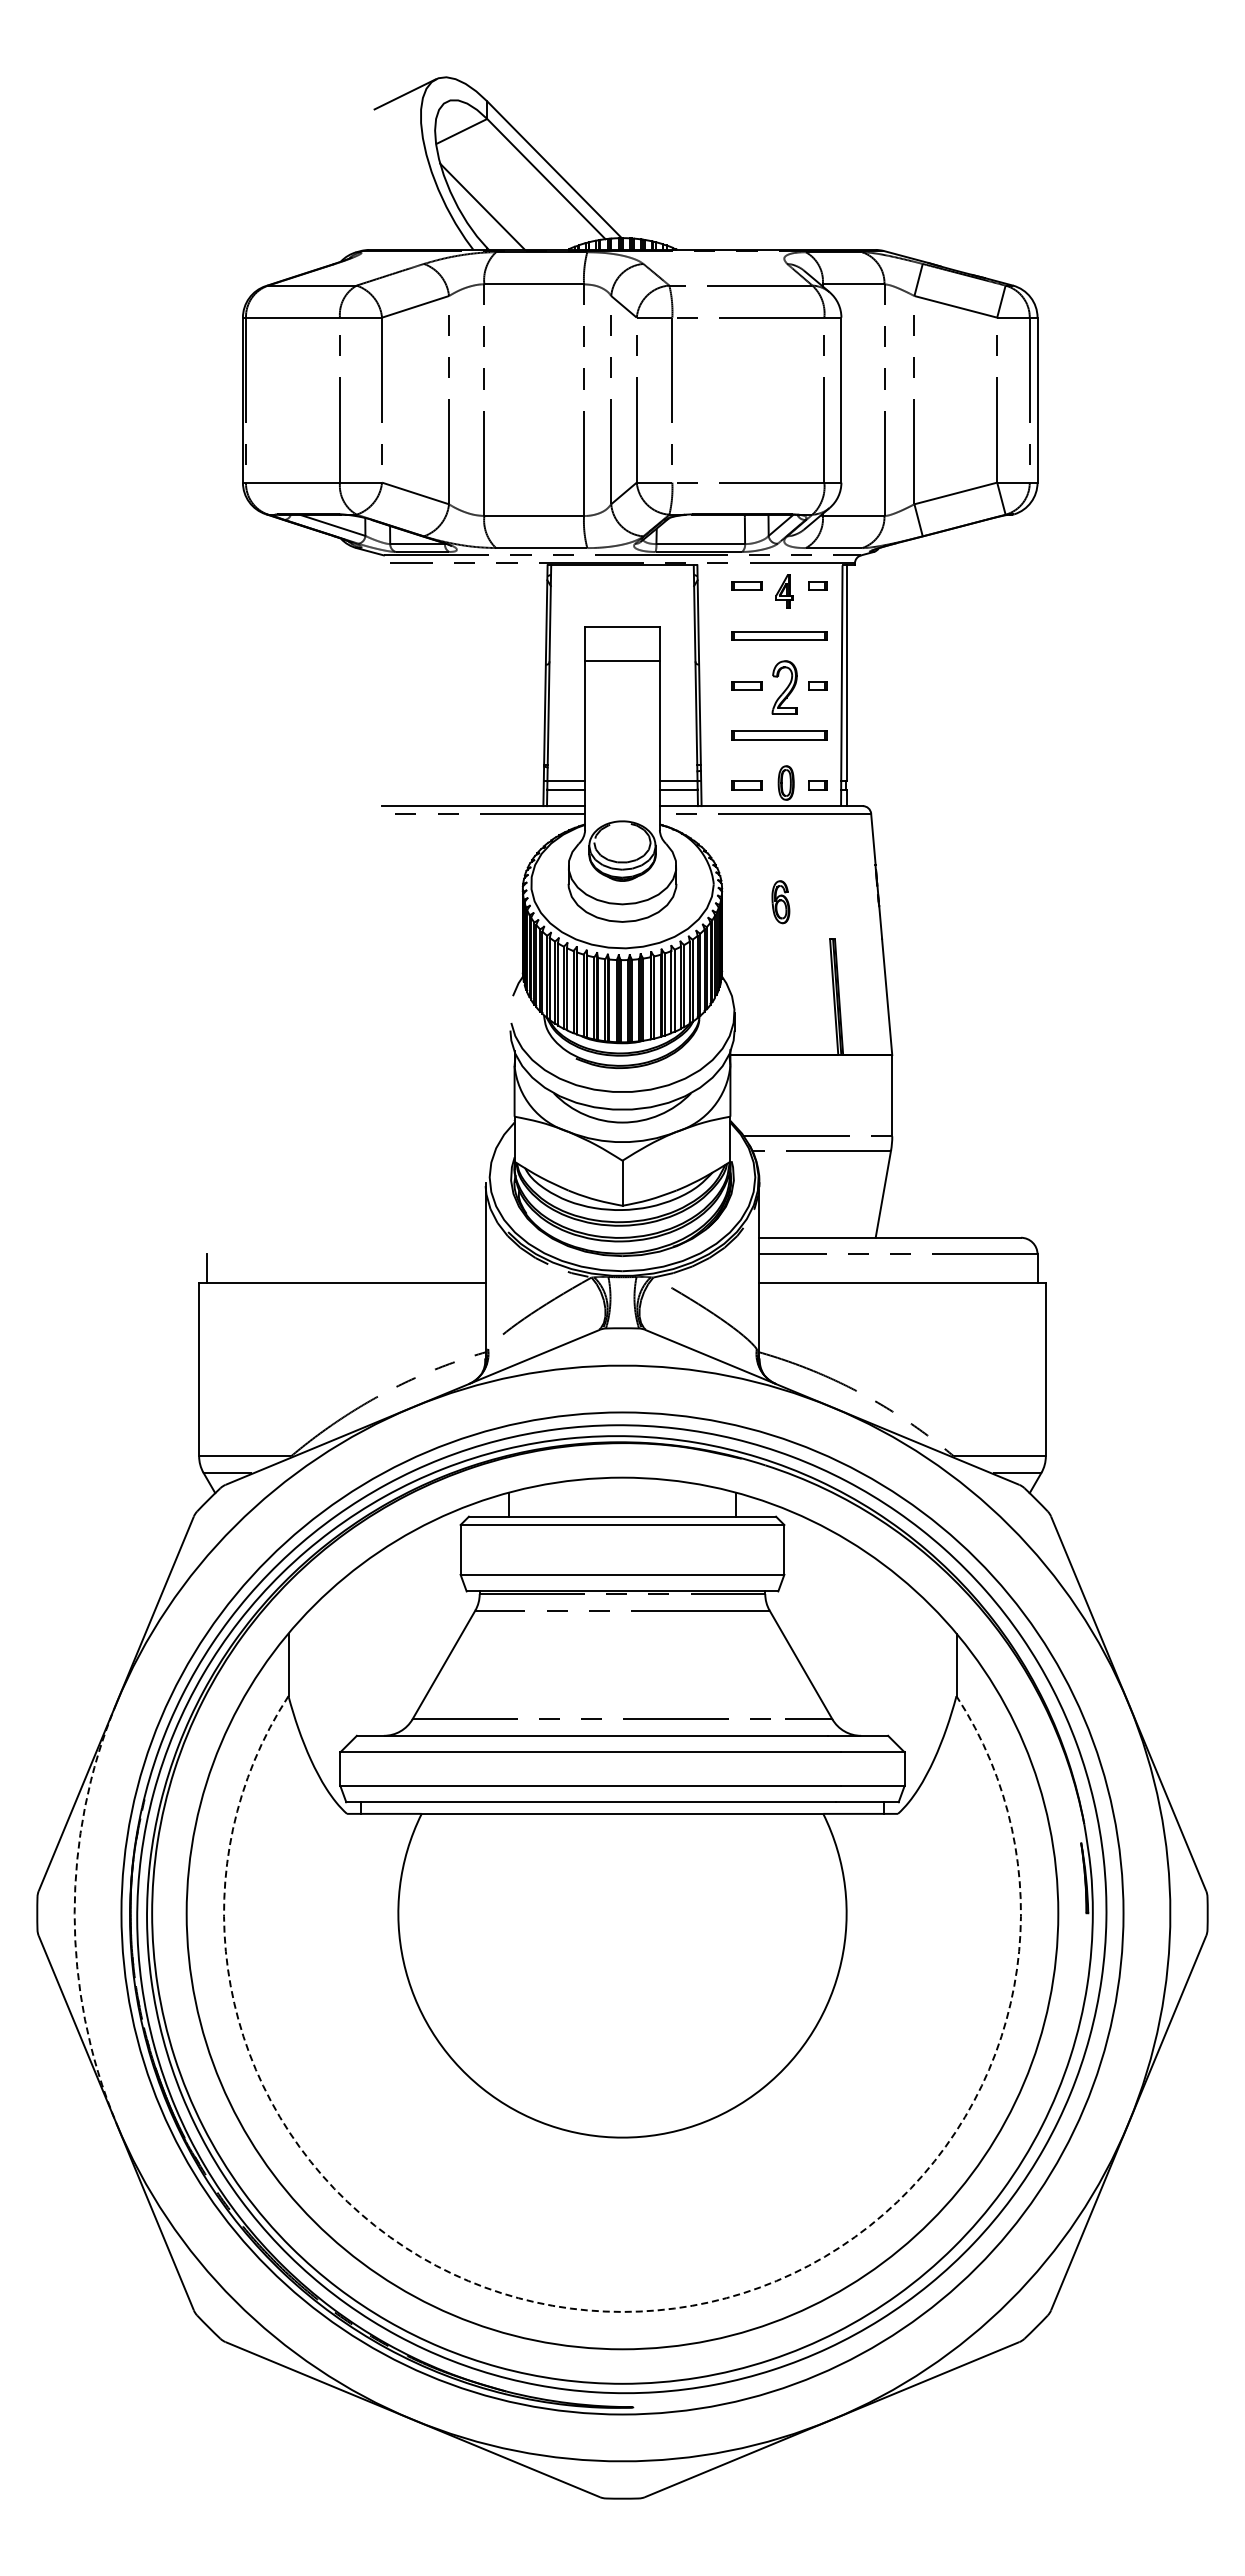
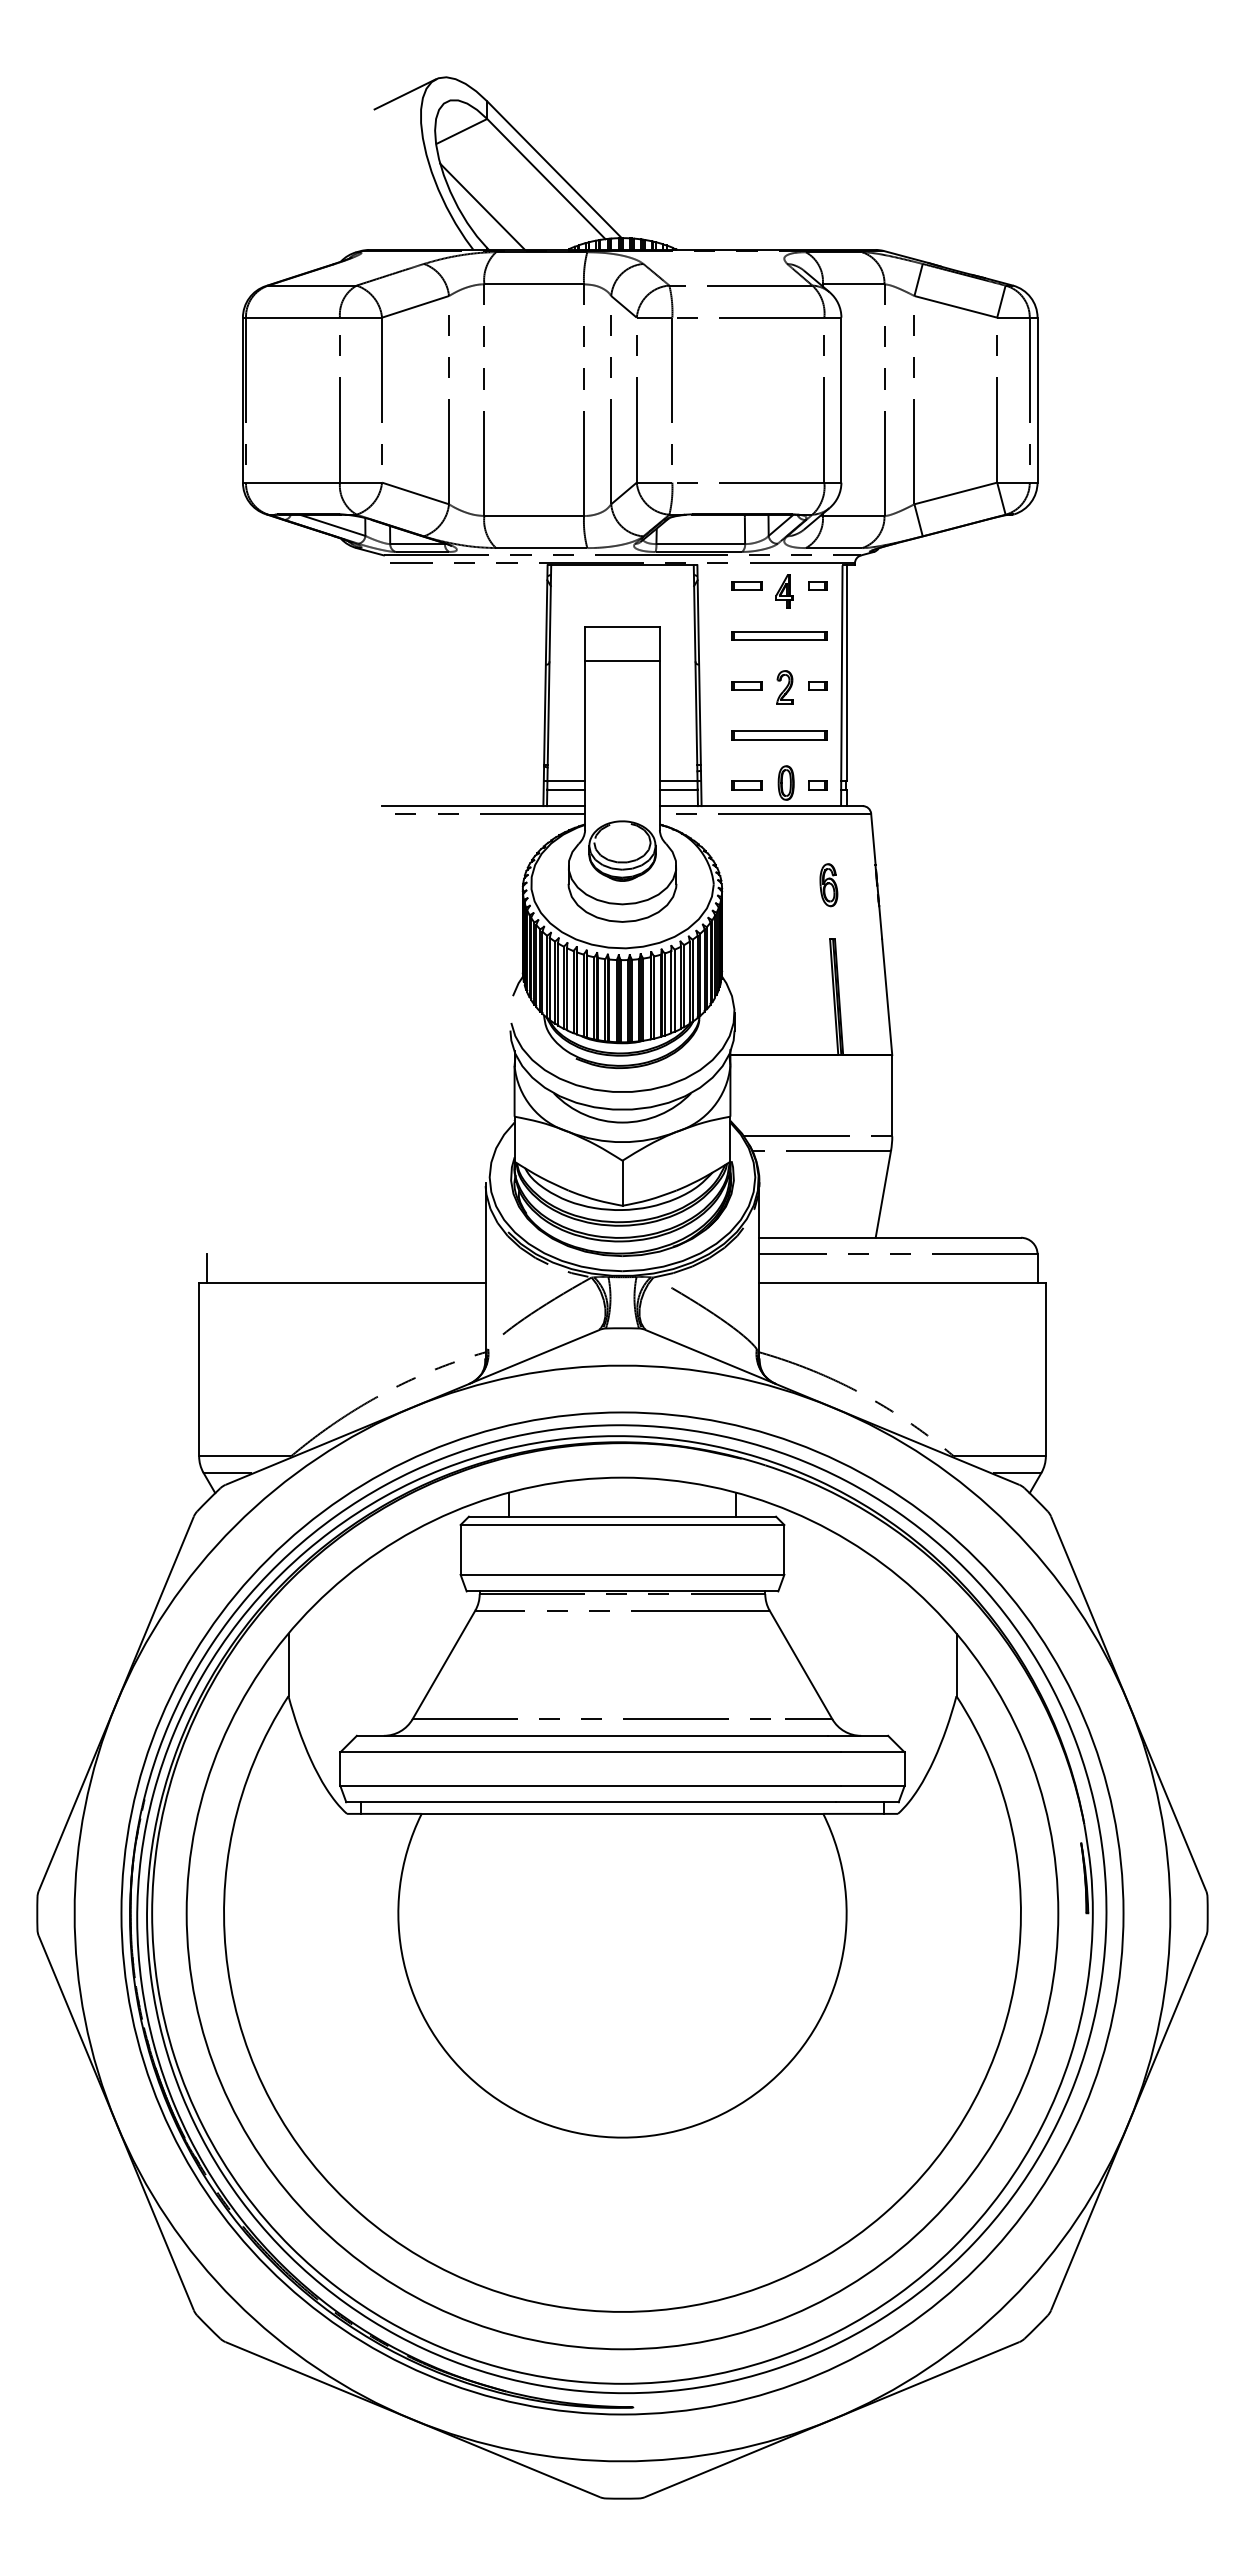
part at (784, 687) size: 27x55 px -> 18x35 px
part at (780, 902) position: (780, 902) -> (828, 885)
arc at (74, 1913): dashed -> solid
arc at (622, 2311): dashed -> solid
